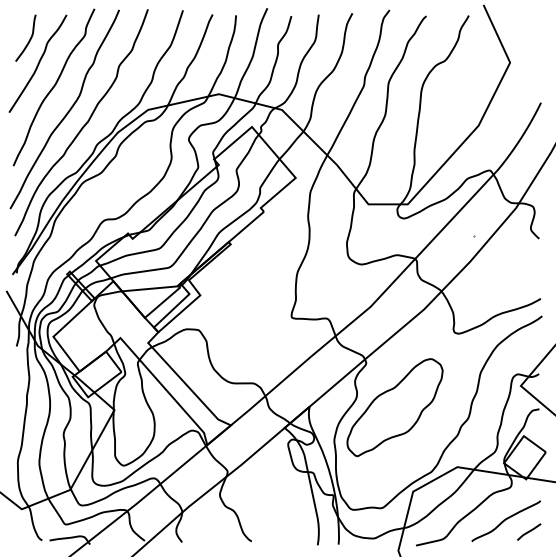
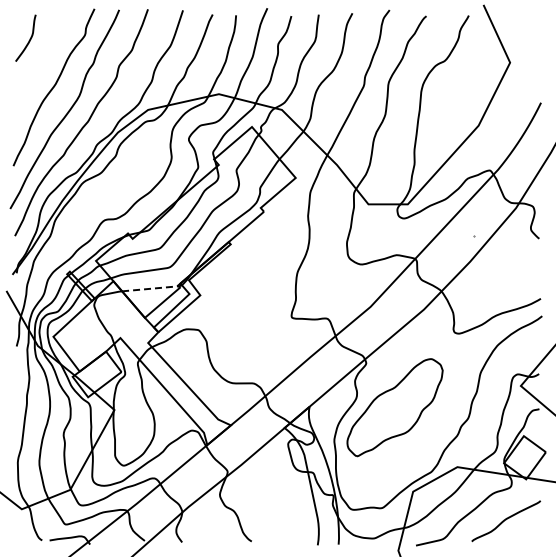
curve at (37, 63): present -> none
line at (150, 288): solid -> dashed
line at (529, 531): present -> none
